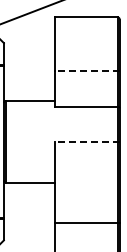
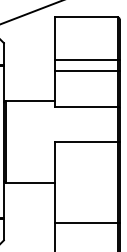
line at (87, 60): none -> present
line at (87, 71): dashed -> solid
line at (87, 141): dashed -> solid
